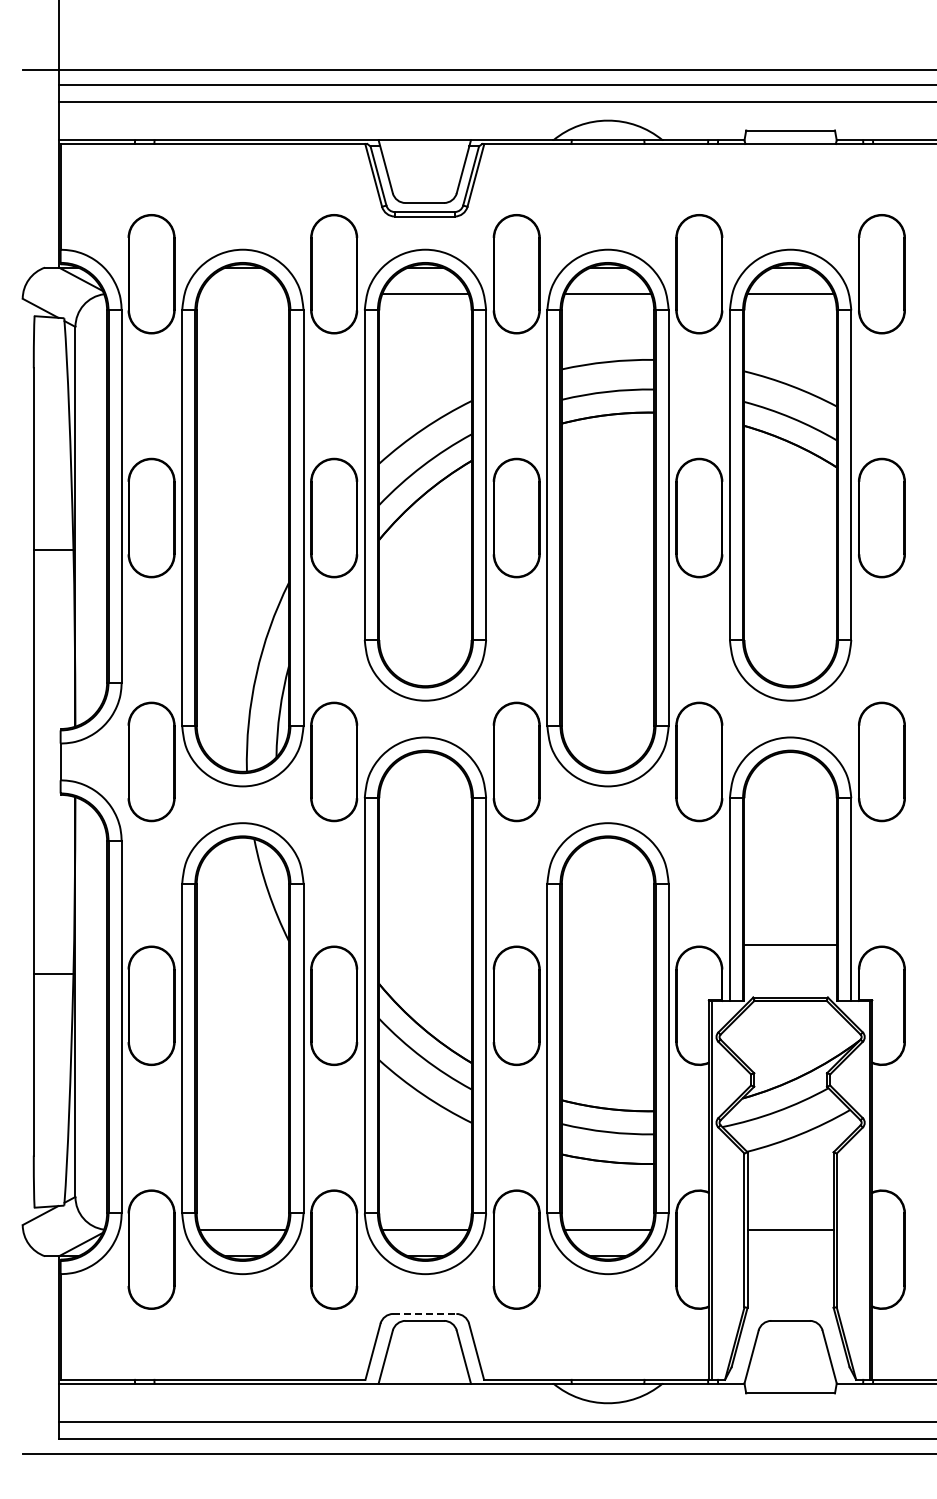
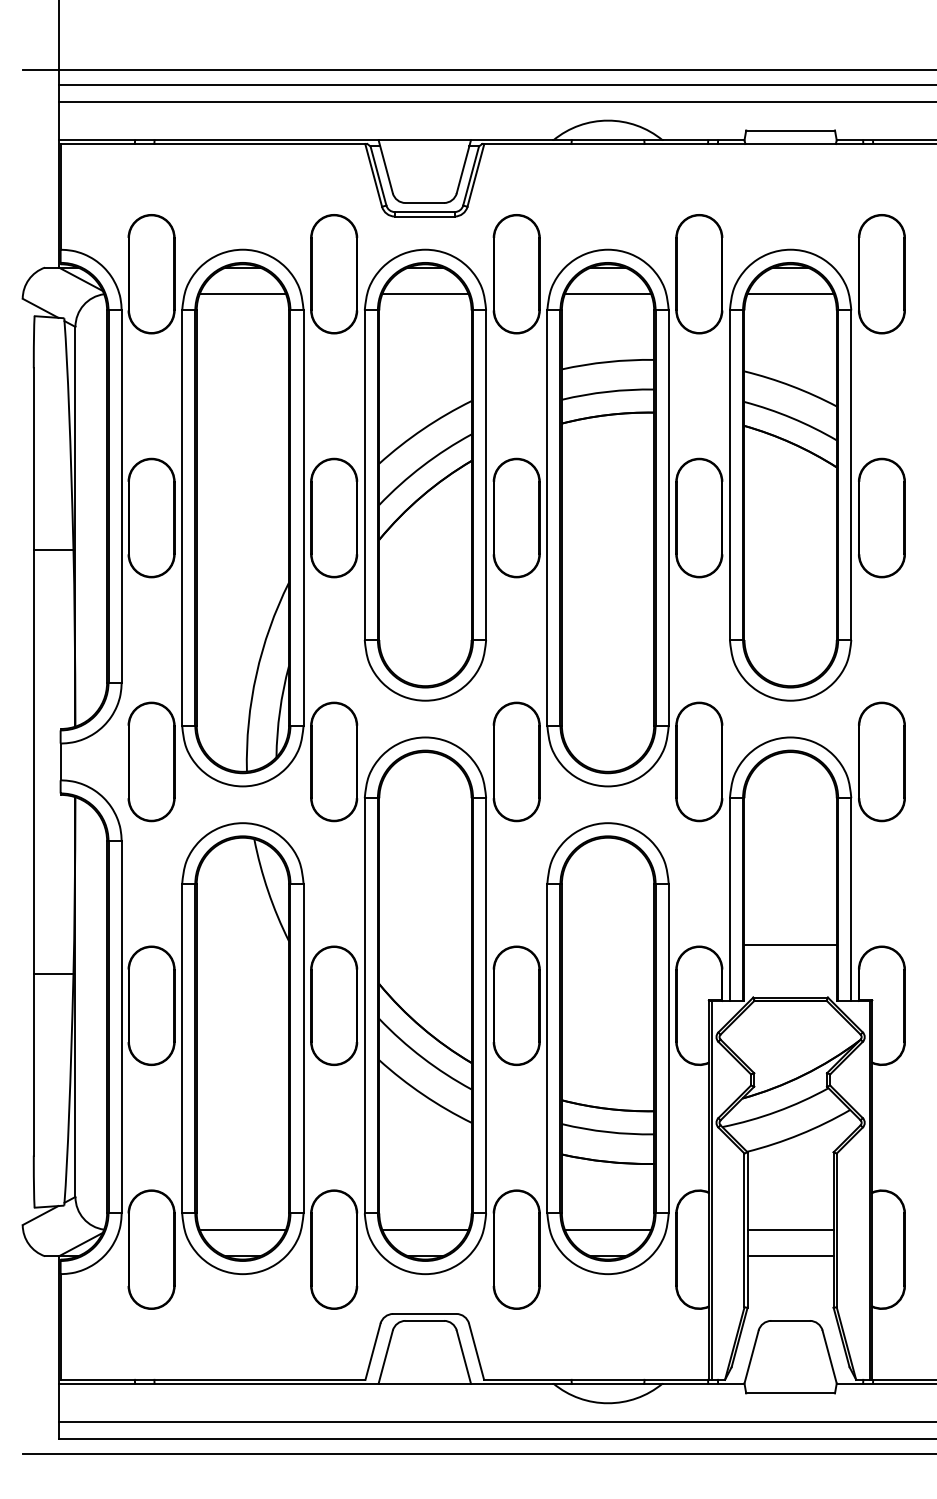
line at (242, 293): none -> present
line at (790, 1256): none -> present
line at (424, 1313): dashed -> solid
